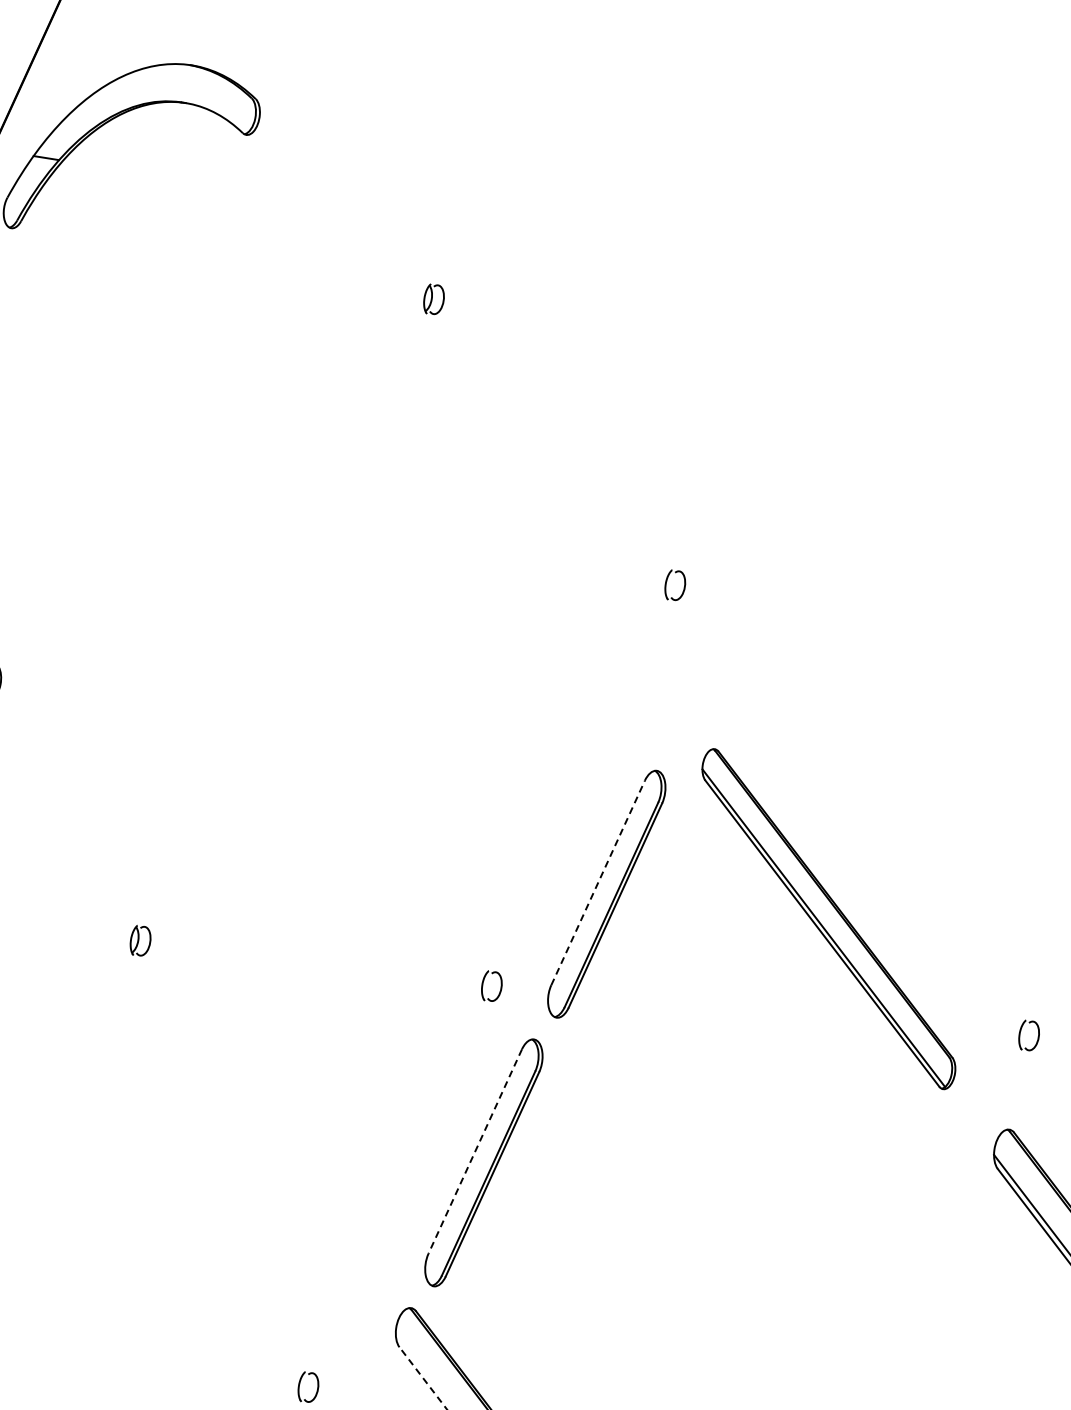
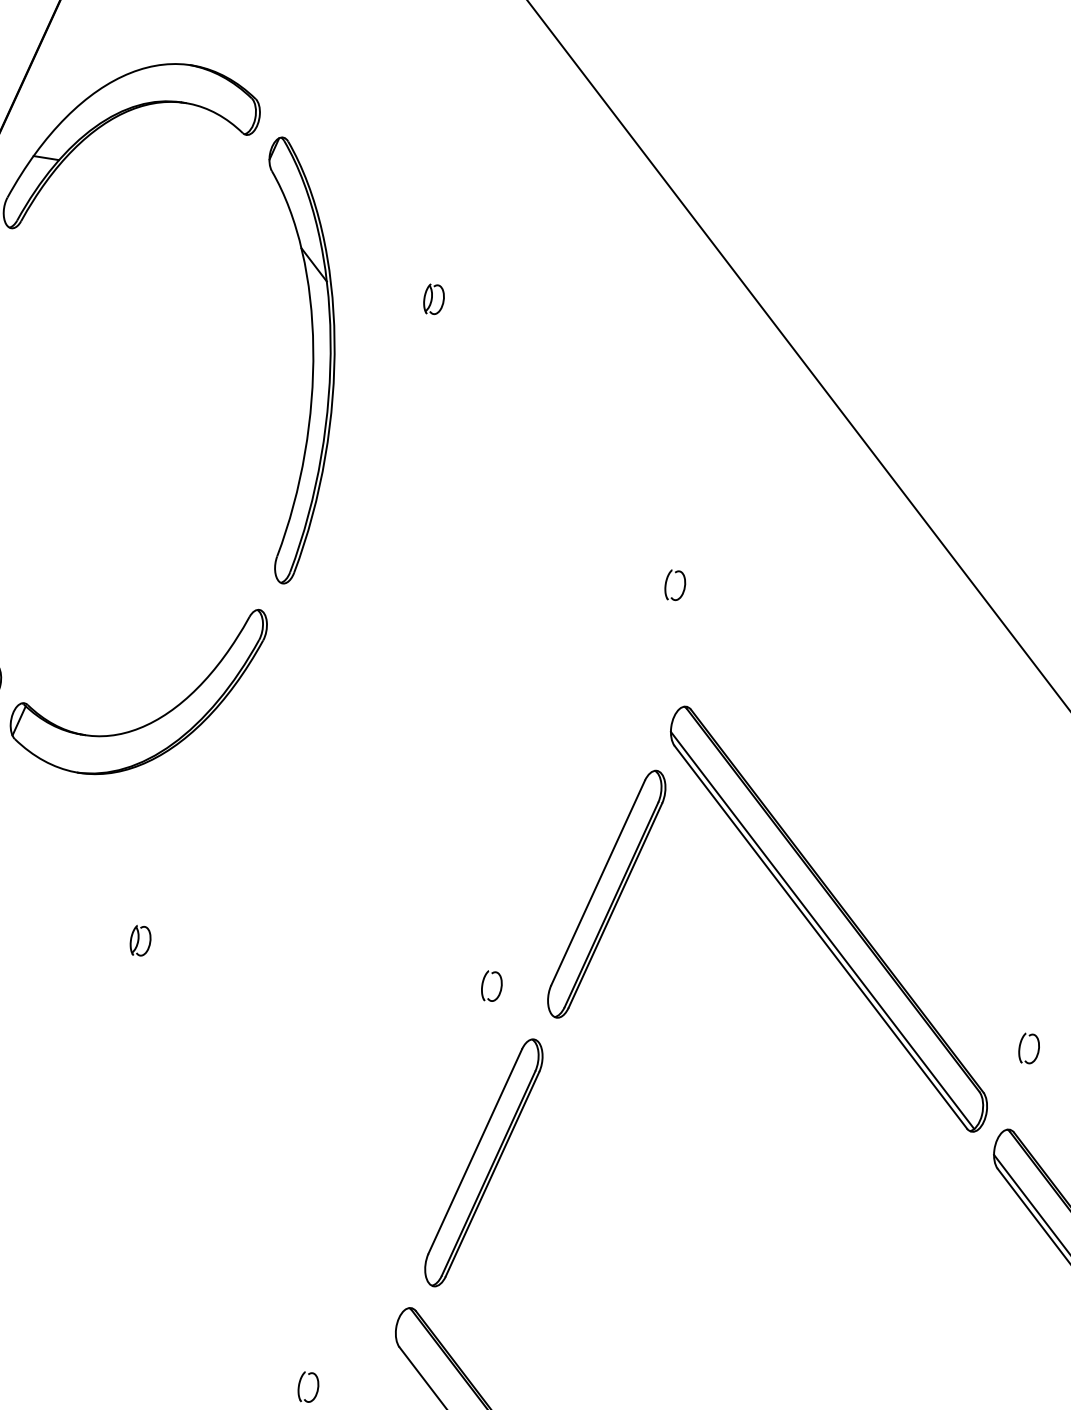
line at (797, 354): none -> present
part at (312, 360): none -> present
part at (153, 720): none -> present
line at (598, 882): dashed -> solid
part at (828, 919) size: 256x343 px -> 319x428 px
part at (1020, 1035) position: (1020, 1035) -> (1020, 1048)
line at (475, 1152): dashed -> solid
line at (423, 1378): dashed -> solid
